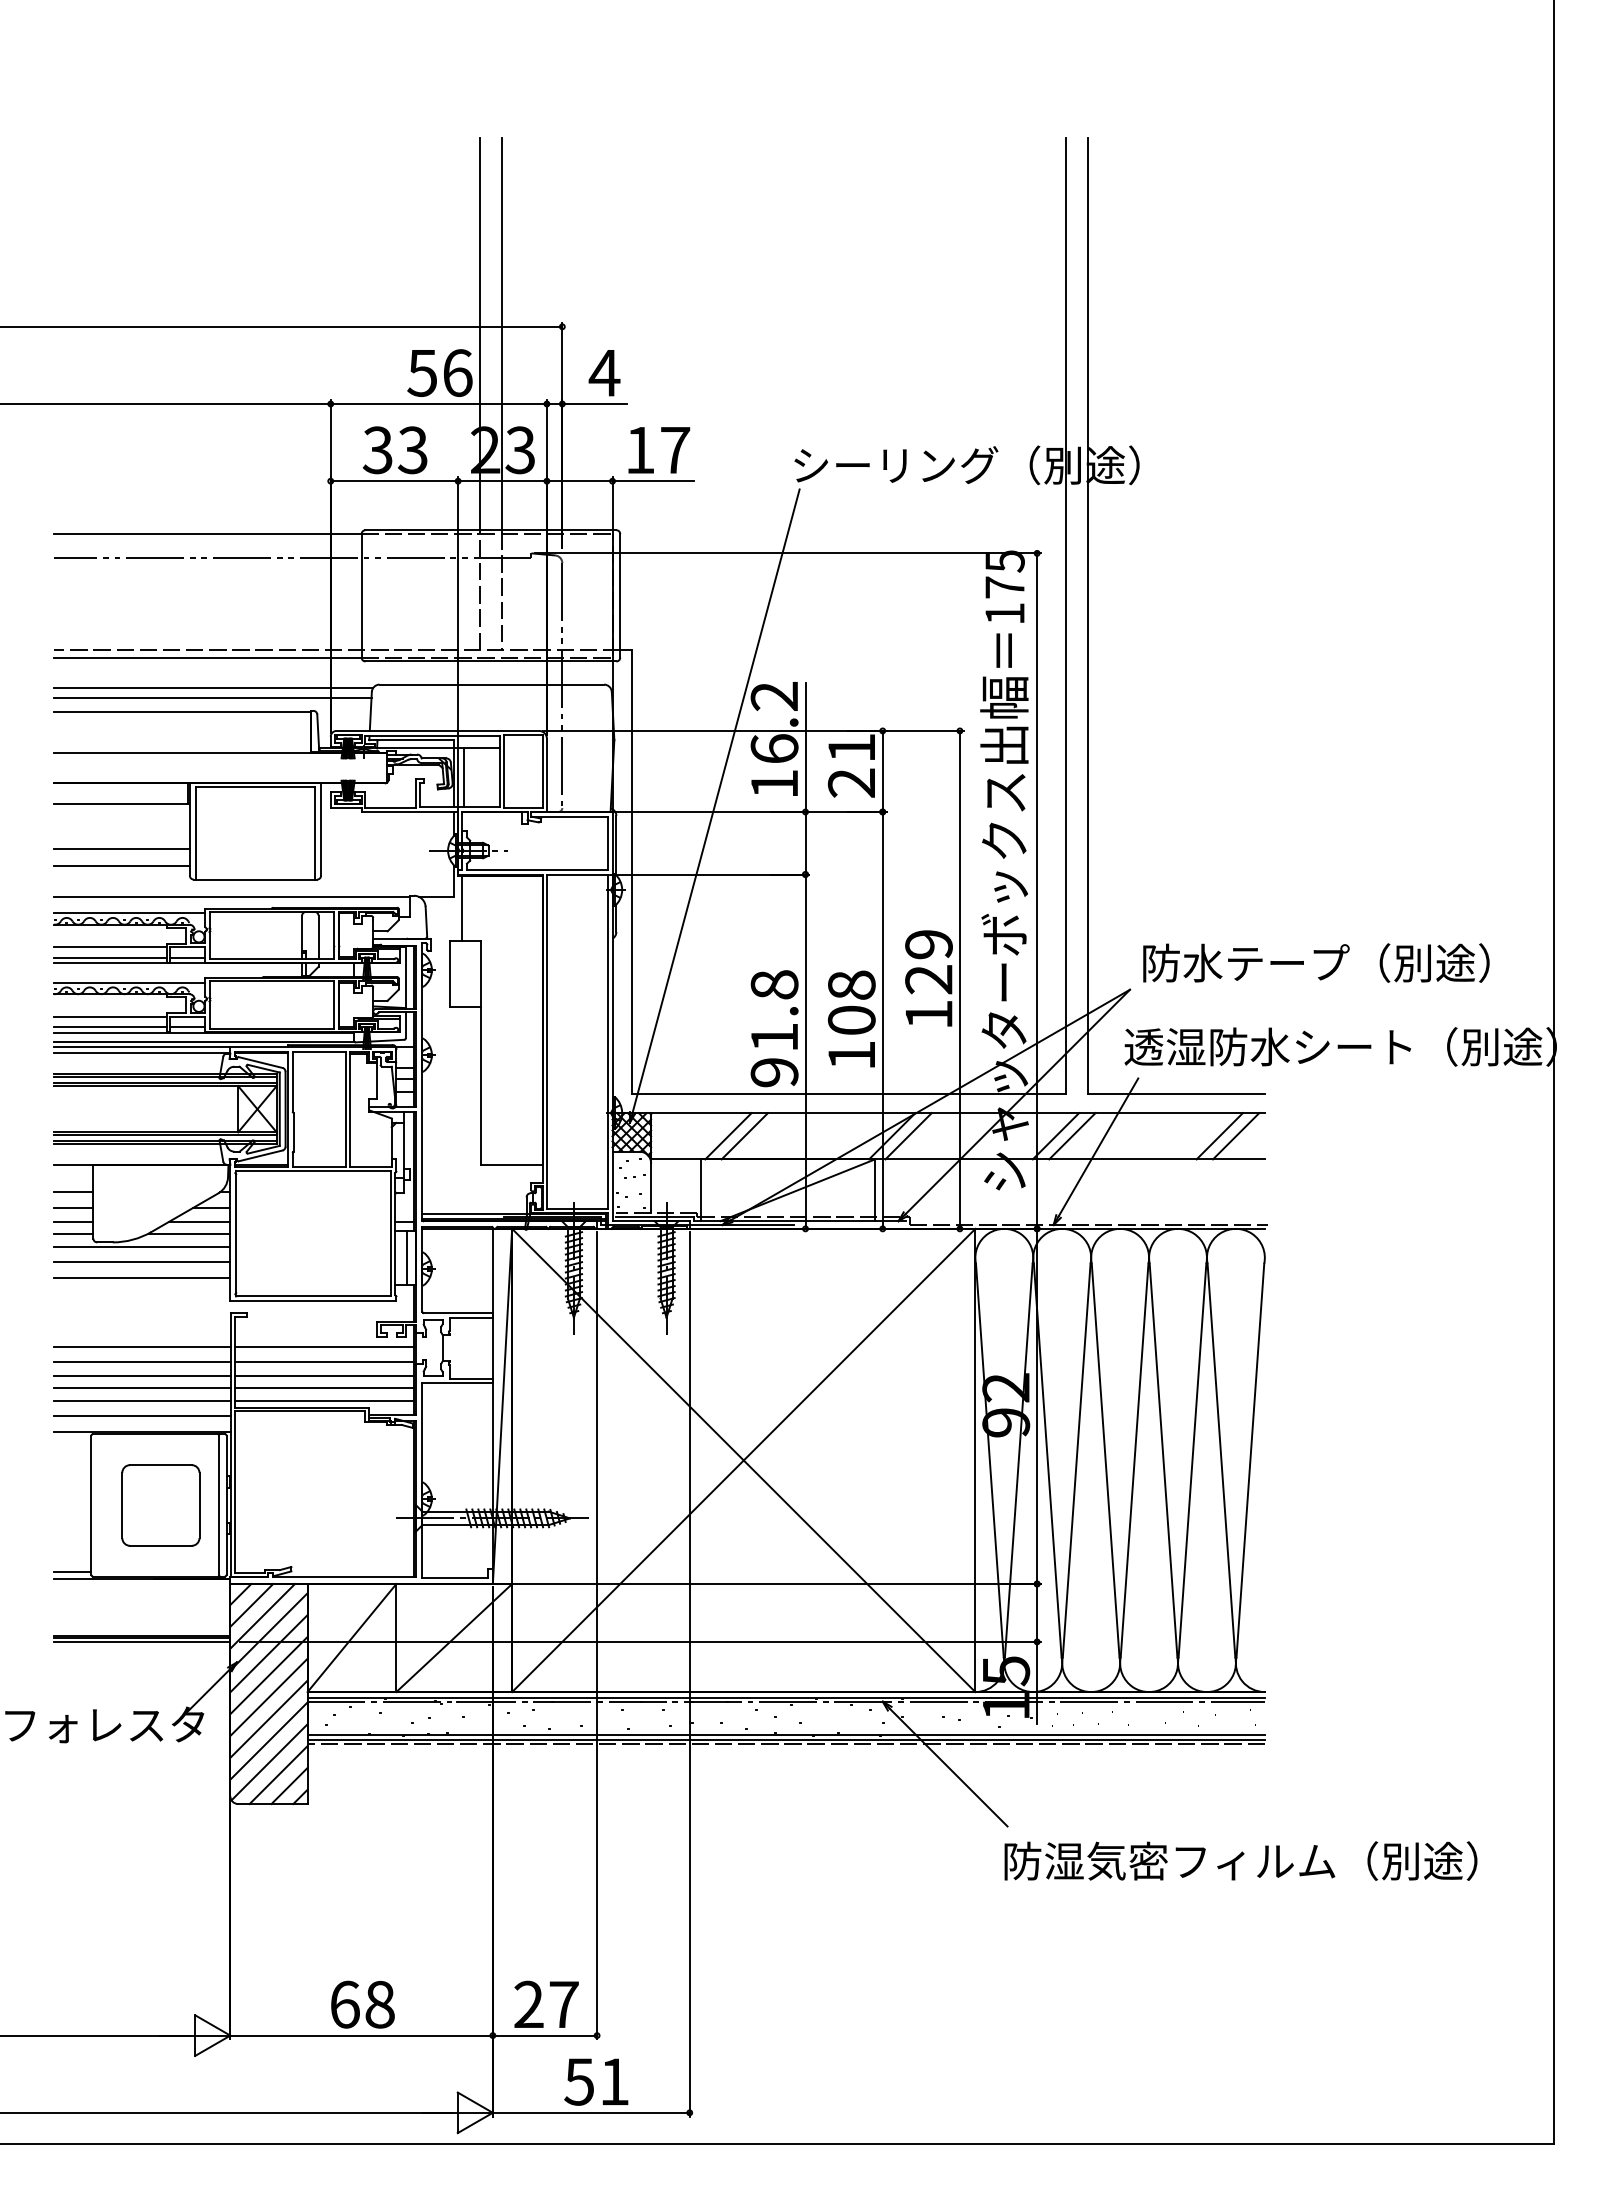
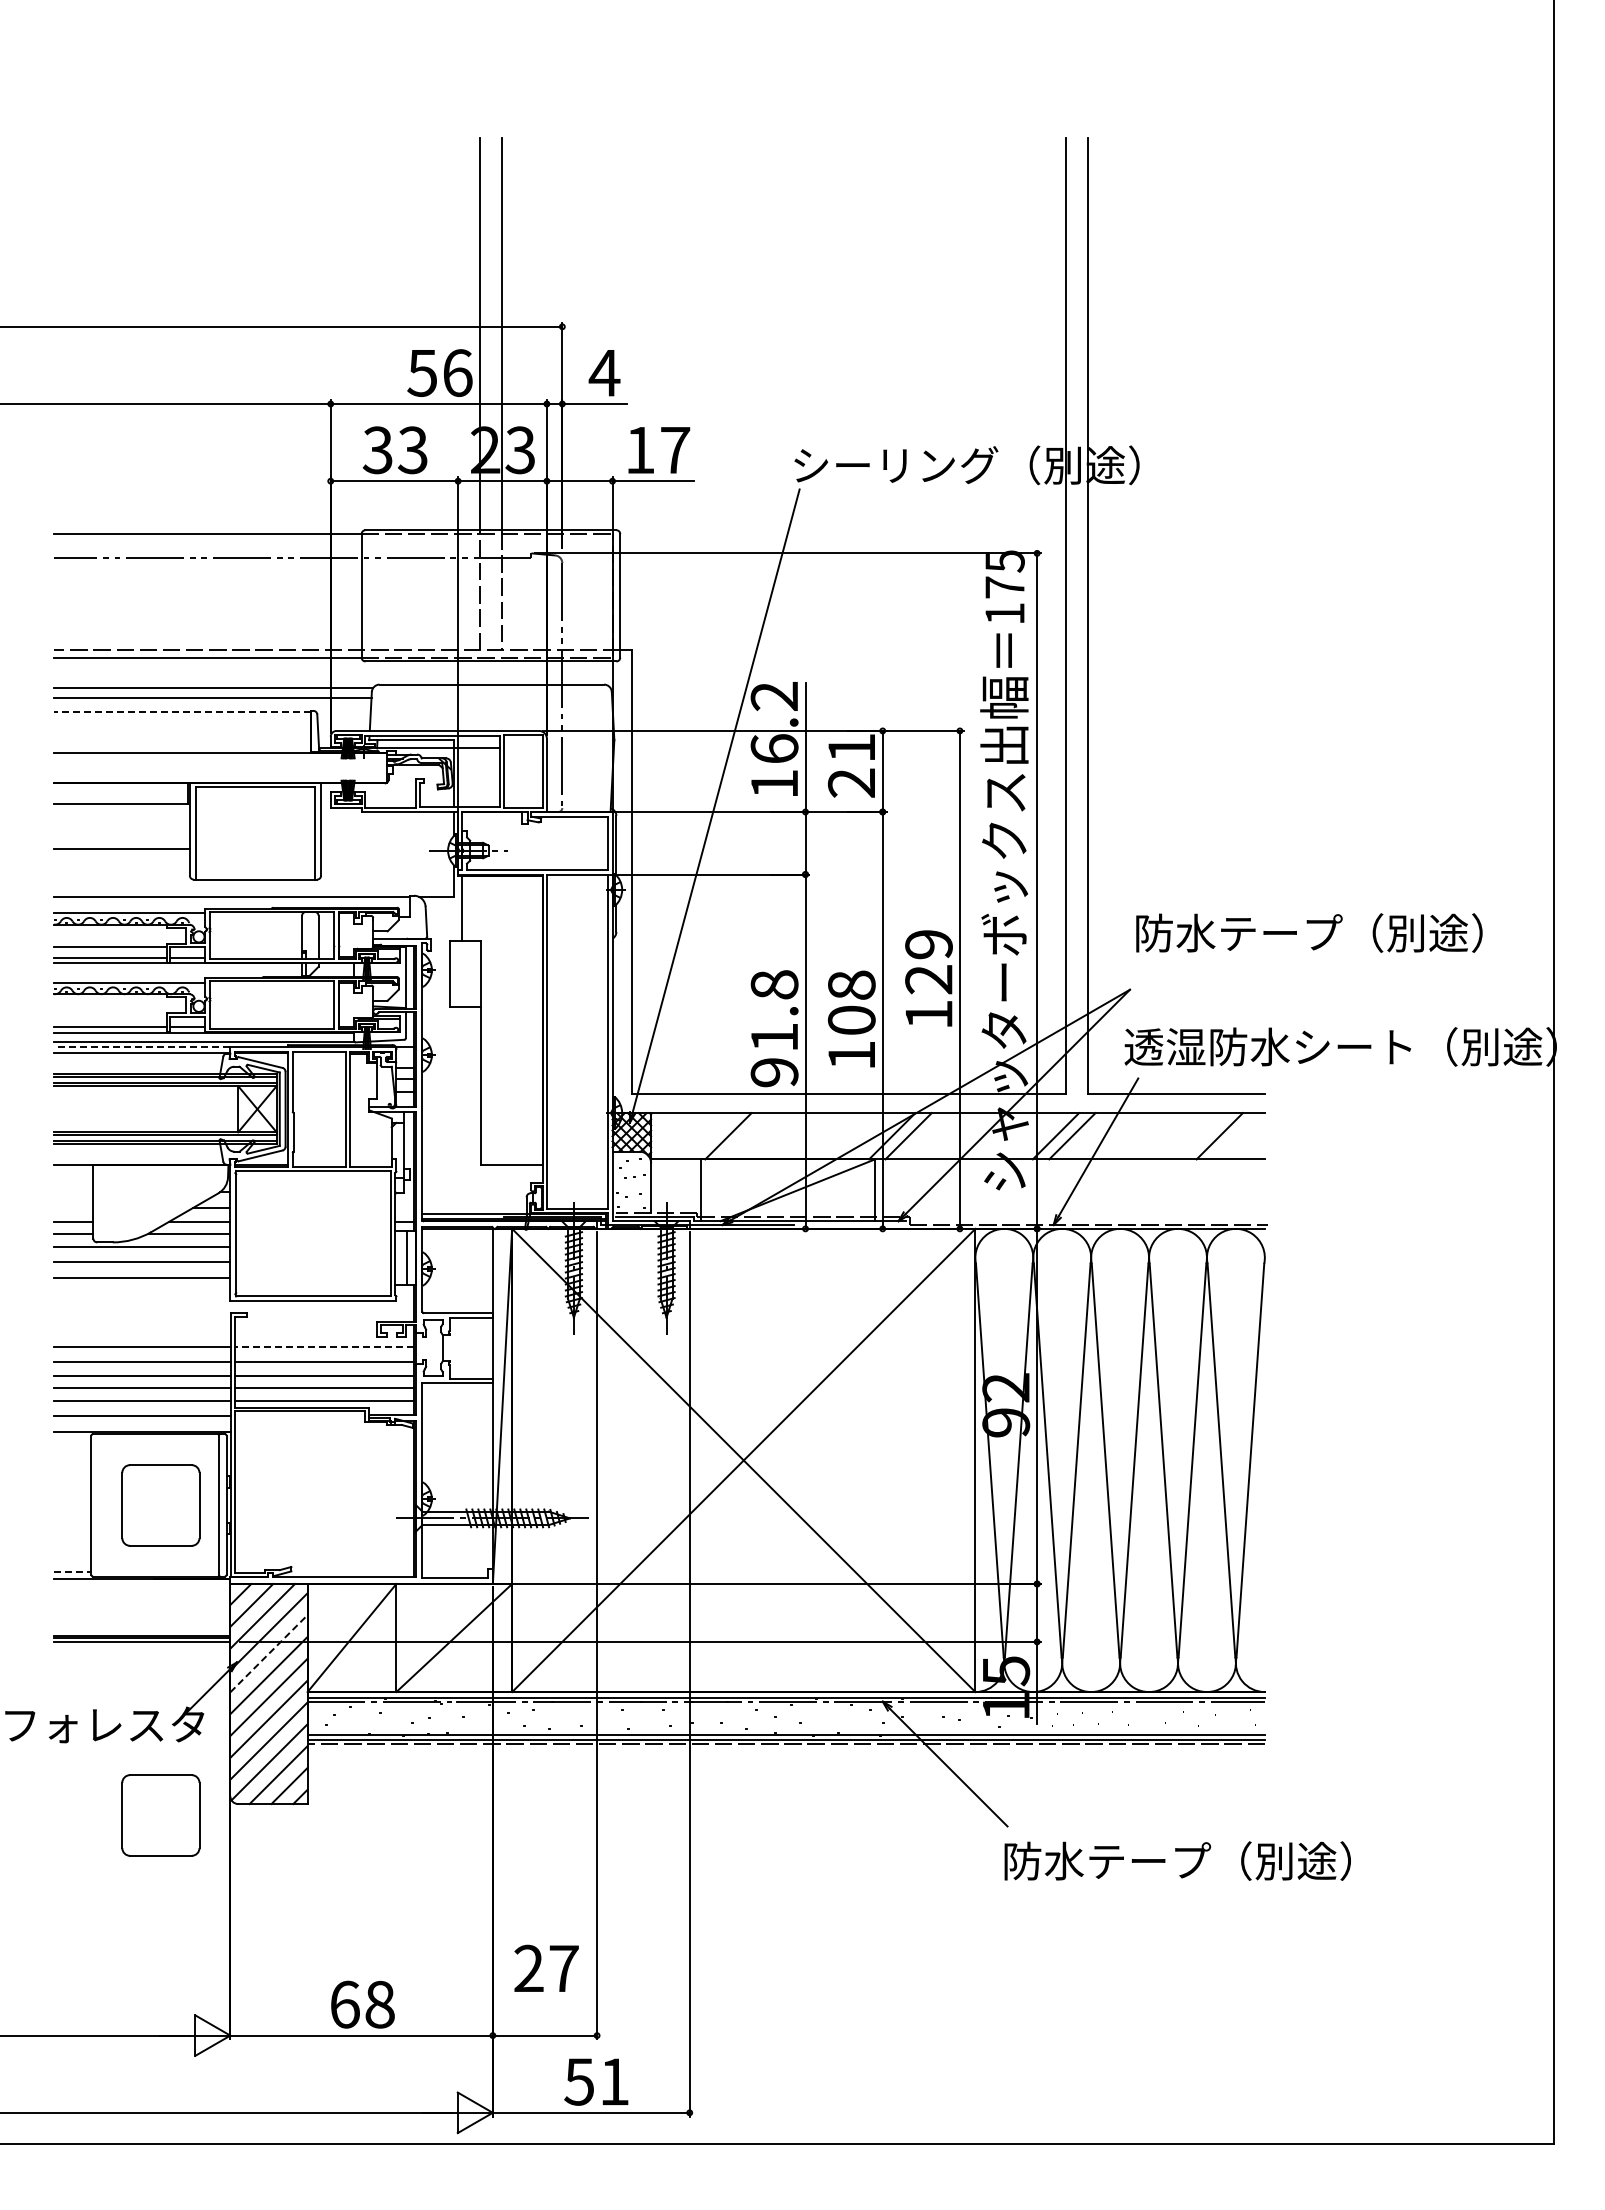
line at (182, 712): solid -> dashed
line at (463, 777): present -> none
line at (121, 866): present -> none
text at (1316, 962) position: (1316, 962) -> (1309, 932)
line at (109, 1016): present -> none
line at (141, 1047): solid -> dashed
line at (744, 1136): present -> none
line at (1235, 1136): present -> none
line at (73, 1192): present -> none
line at (73, 1208): present -> none
line at (324, 1347): solid -> dashed
line at (72, 1572): solid -> dashed
line at (268, 1653): solid -> dashed
part at (160, 1815): none -> present
text at (1260, 1860): 防湿気密フィルム（別途） -> 防水テープ（別途）
text at (546, 2003) position: (546, 2003) -> (546, 1967)
